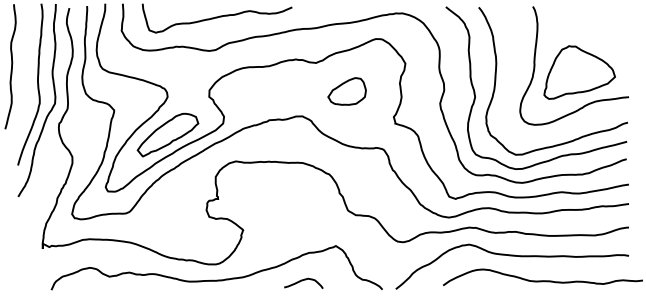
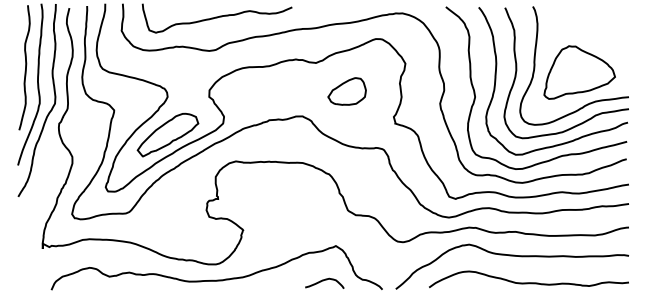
curve at (11, 66) position: (11, 66) -> (25, 67)
curve at (517, 71): none -> present
curve at (542, 280) position: (542, 280) -> (528, 282)
curve at (302, 281) position: (302, 281) -> (323, 281)
